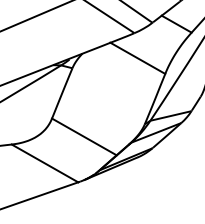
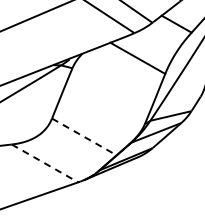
line at (84, 137): solid -> dashed
line at (45, 163): solid -> dashed
